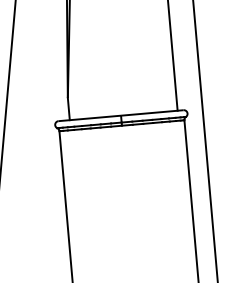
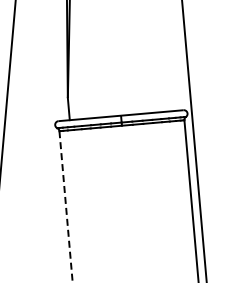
line at (172, 56): present -> none
line at (205, 140) position: (205, 140) -> (194, 140)
line at (66, 206): solid -> dashed
